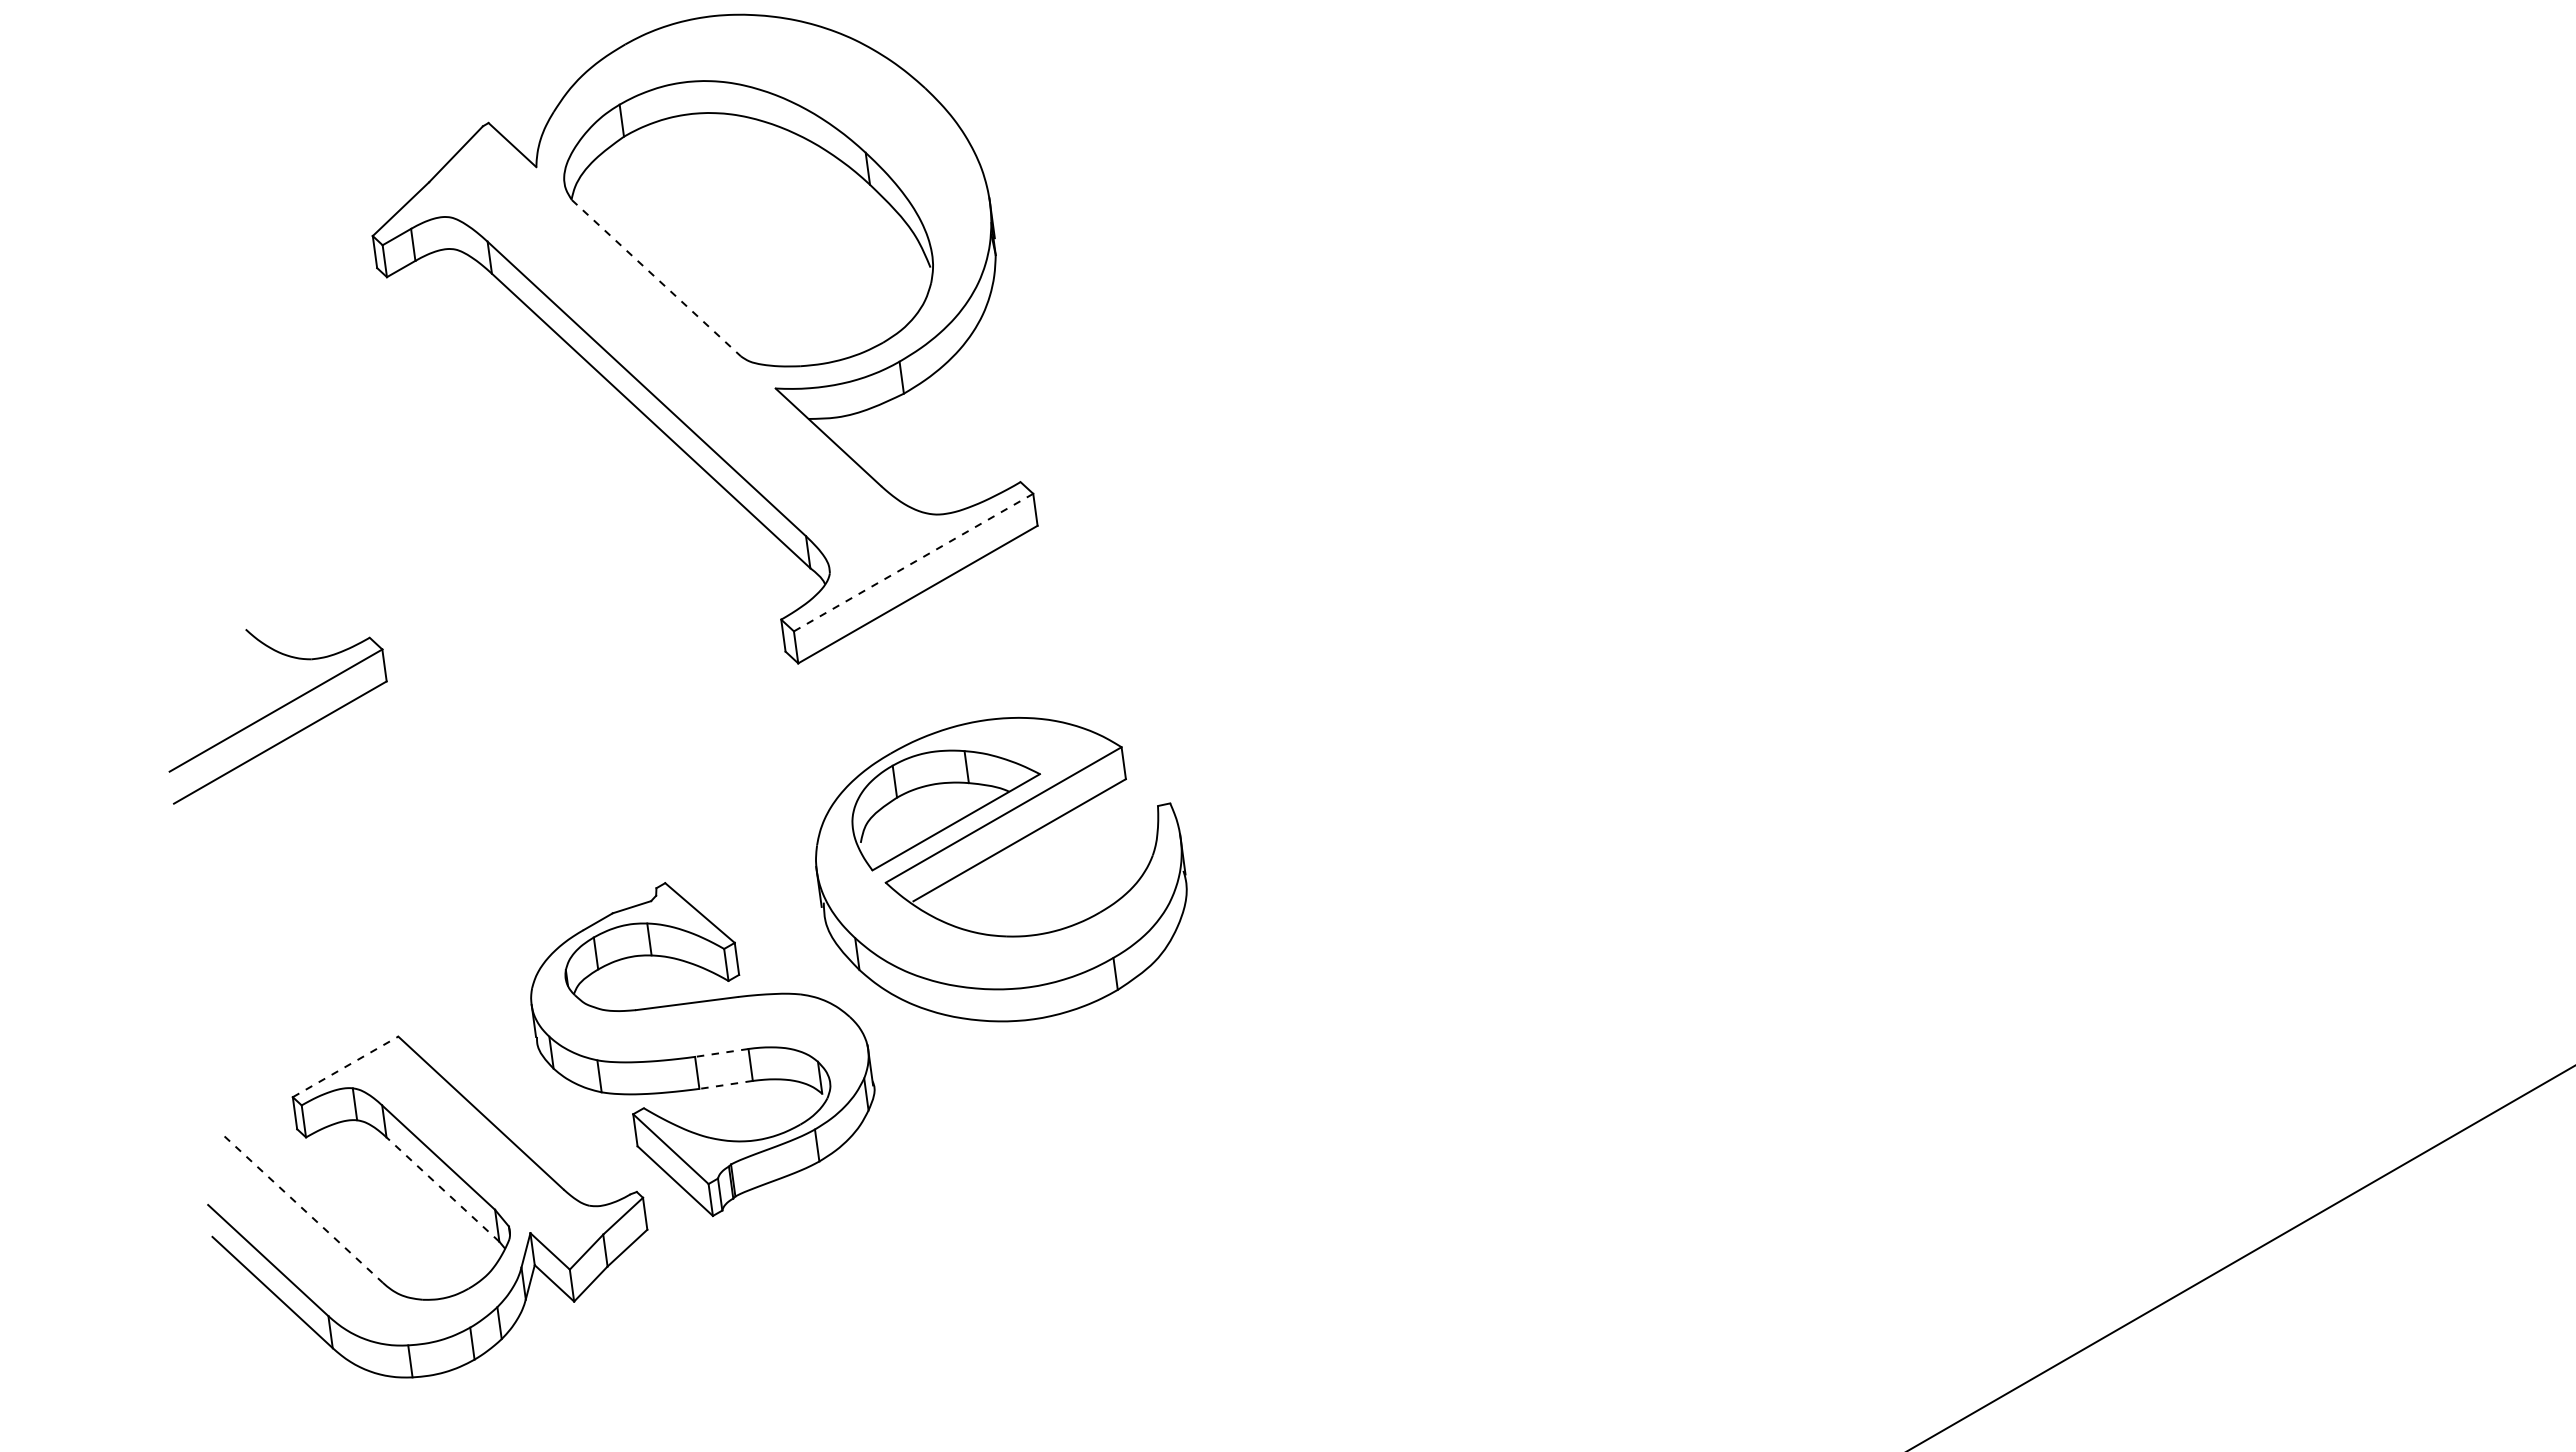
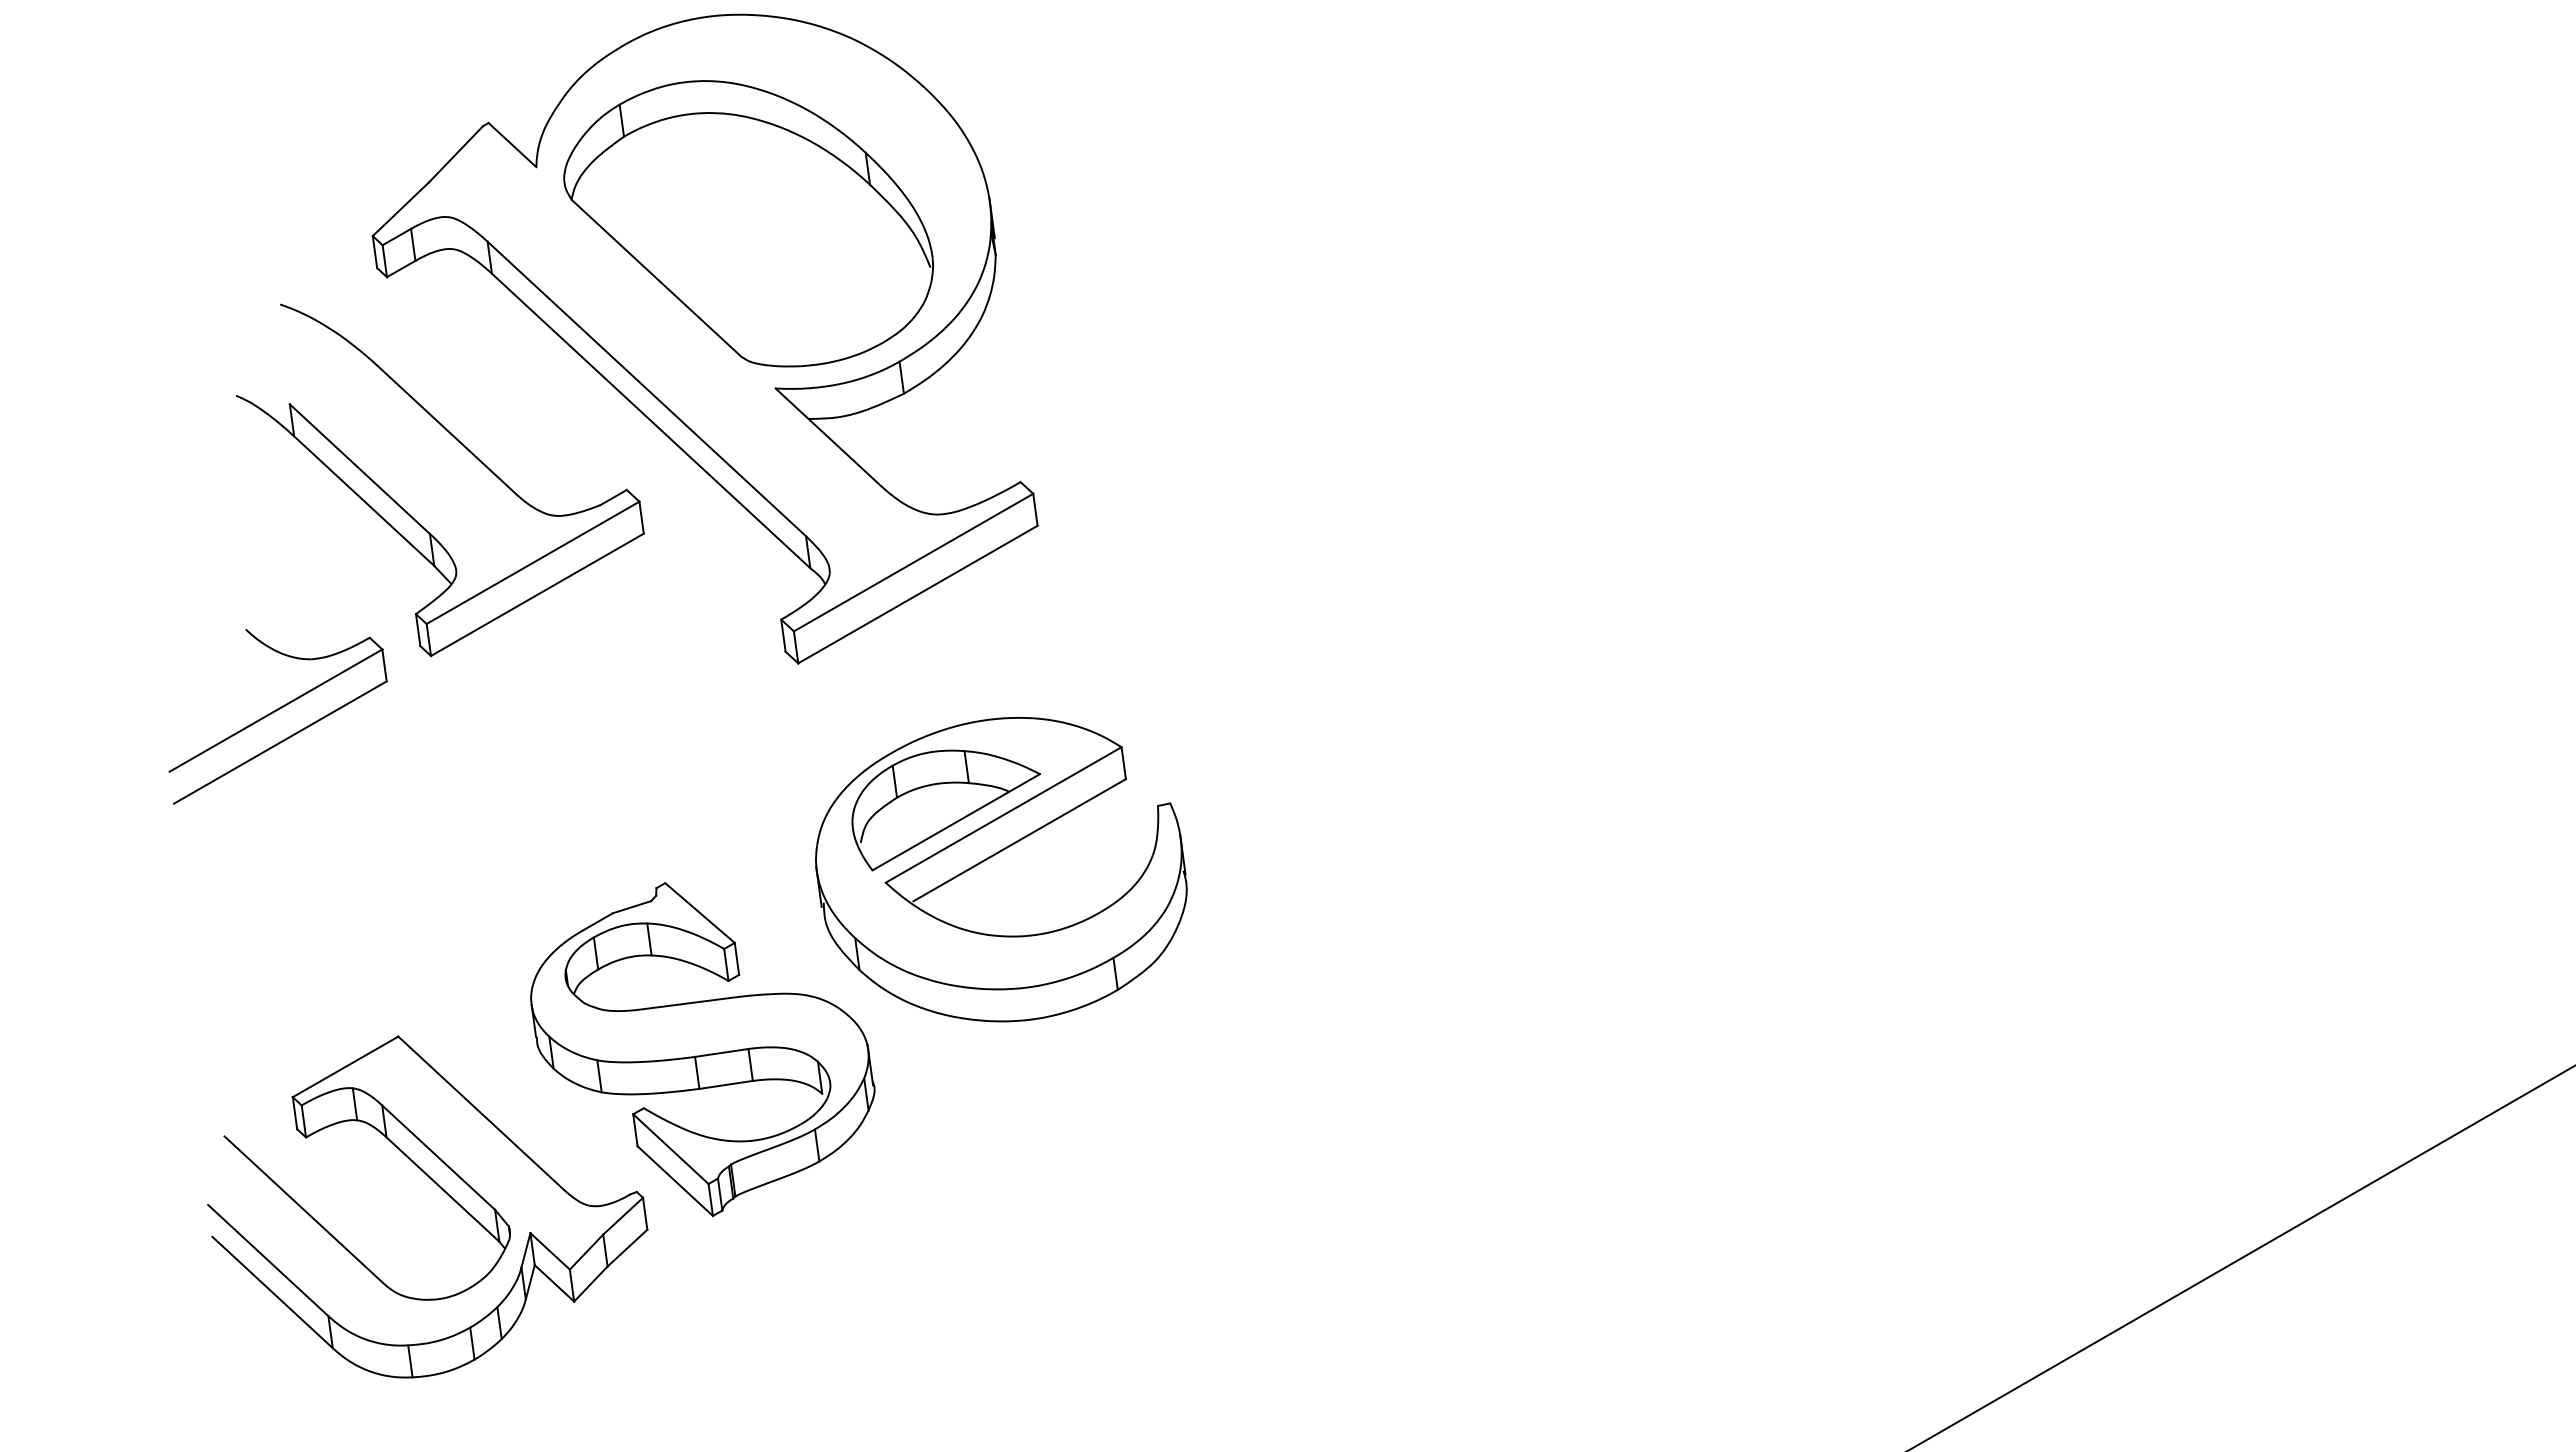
line at (656, 278): dashed -> solid
part at (468, 451): none -> present
line at (913, 562): dashed -> solid
line at (721, 1052): dashed -> solid
line at (345, 1066): dashed -> solid
line at (725, 1084): dashed -> solid
line at (442, 1189): dashed -> solid
line at (303, 1209): dashed -> solid
